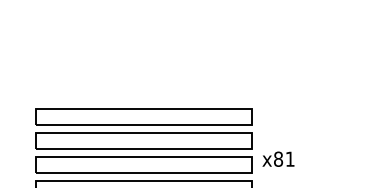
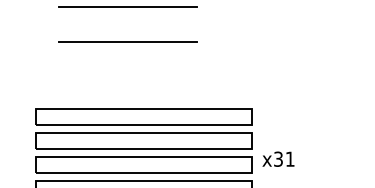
line at (127, 7): none -> present
line at (127, 42): none -> present
text at (278, 158): x81 -> x31
